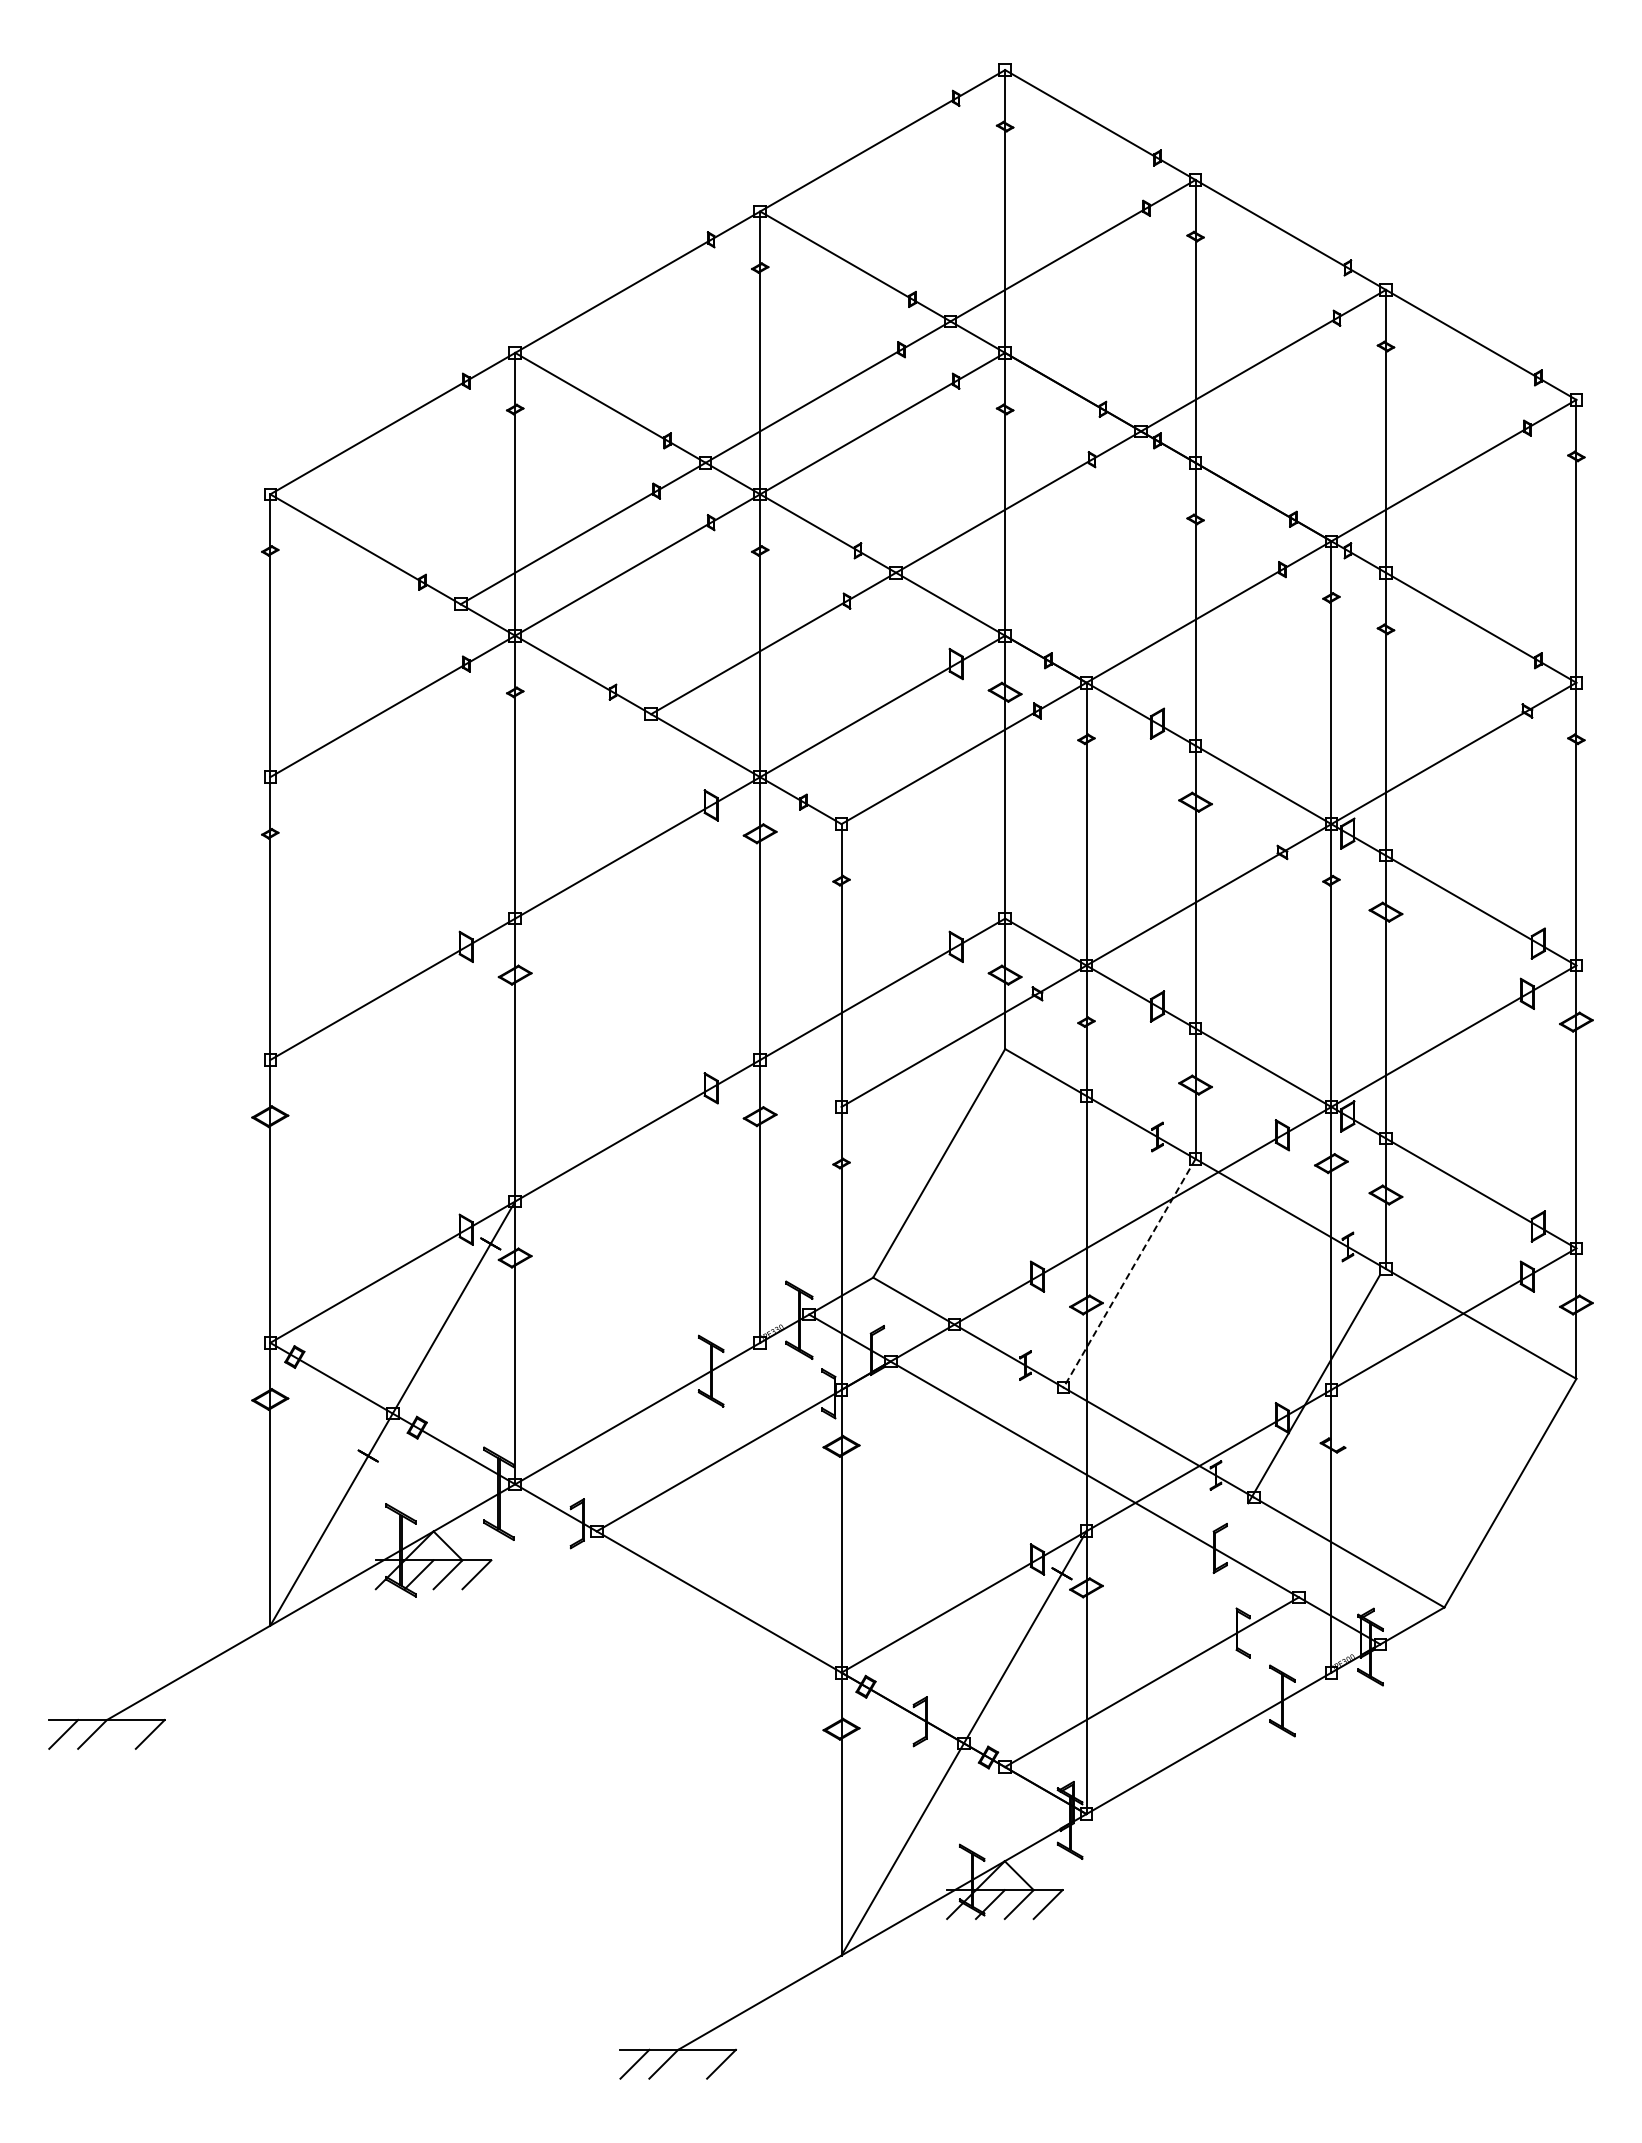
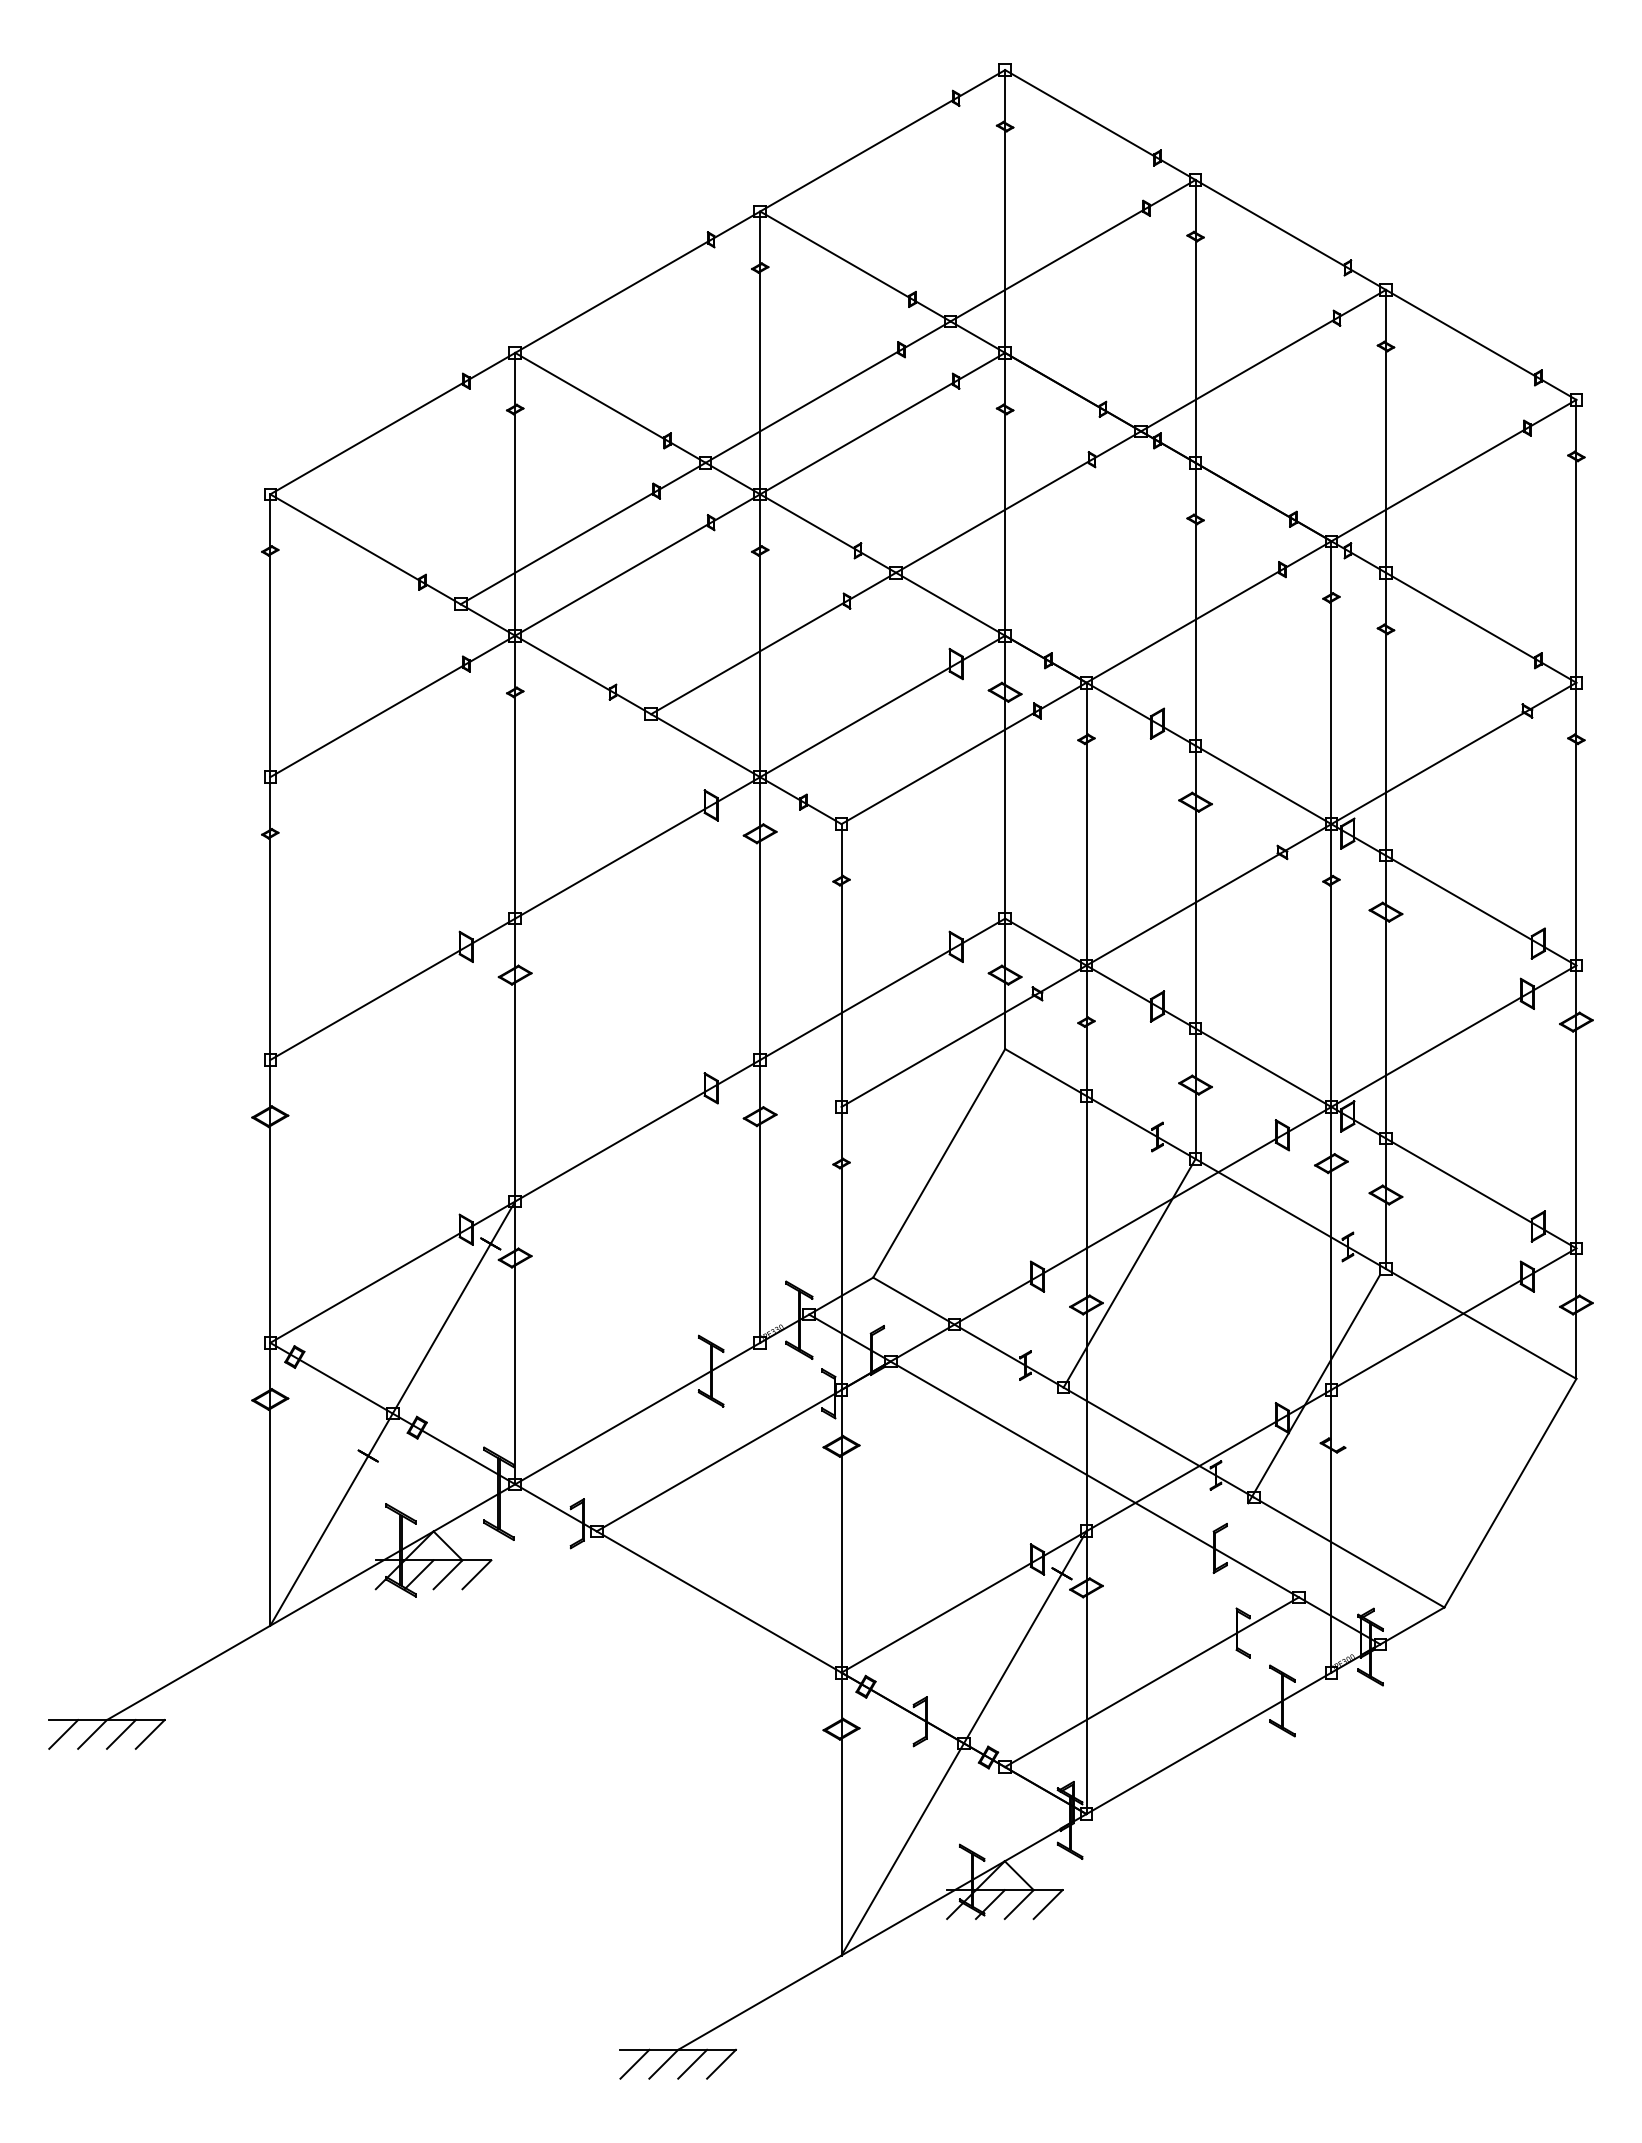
line at (1129, 1273): dashed -> solid
line at (121, 1734): none -> present
line at (692, 2063): none -> present
